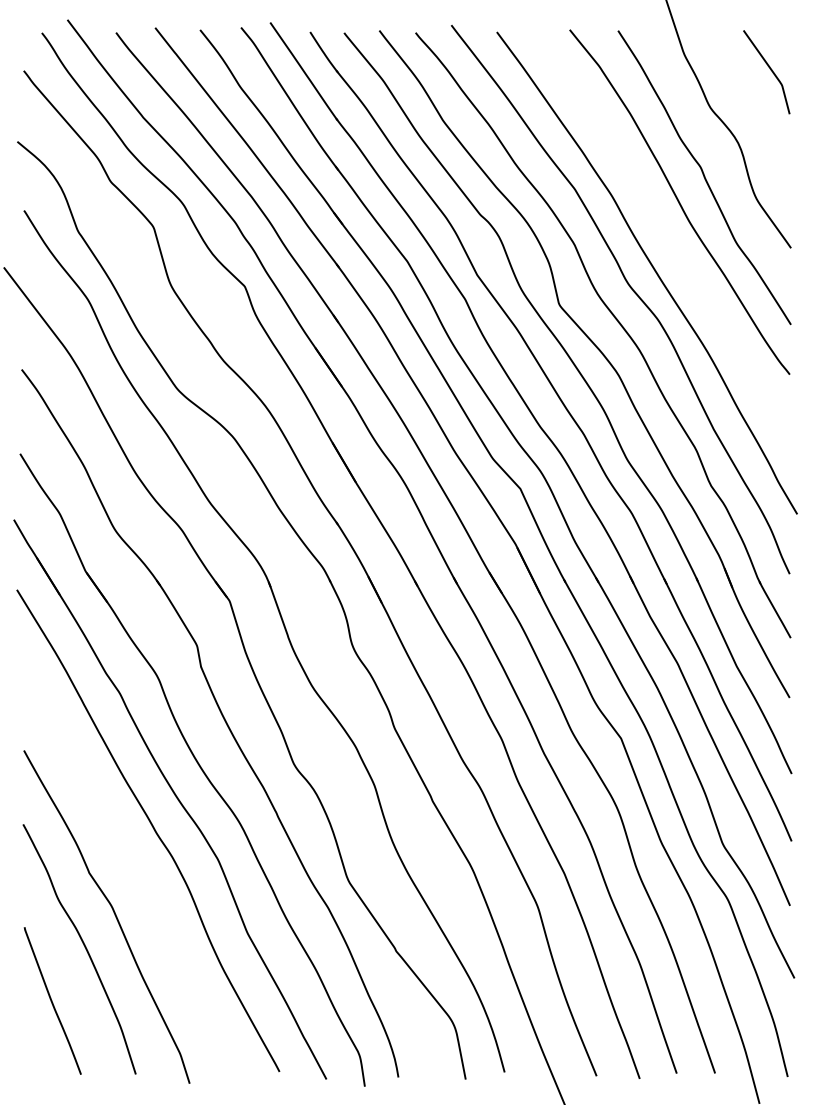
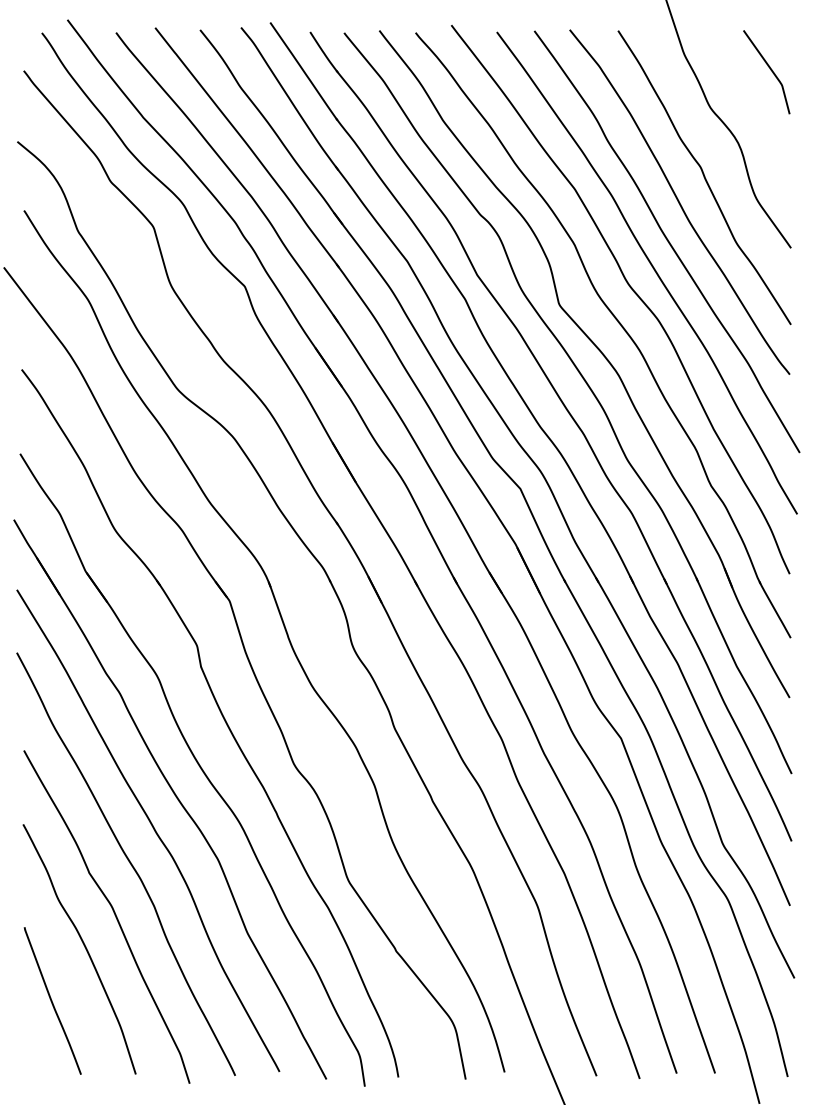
curve at (666, 240): none -> present
curve at (127, 860): none -> present
